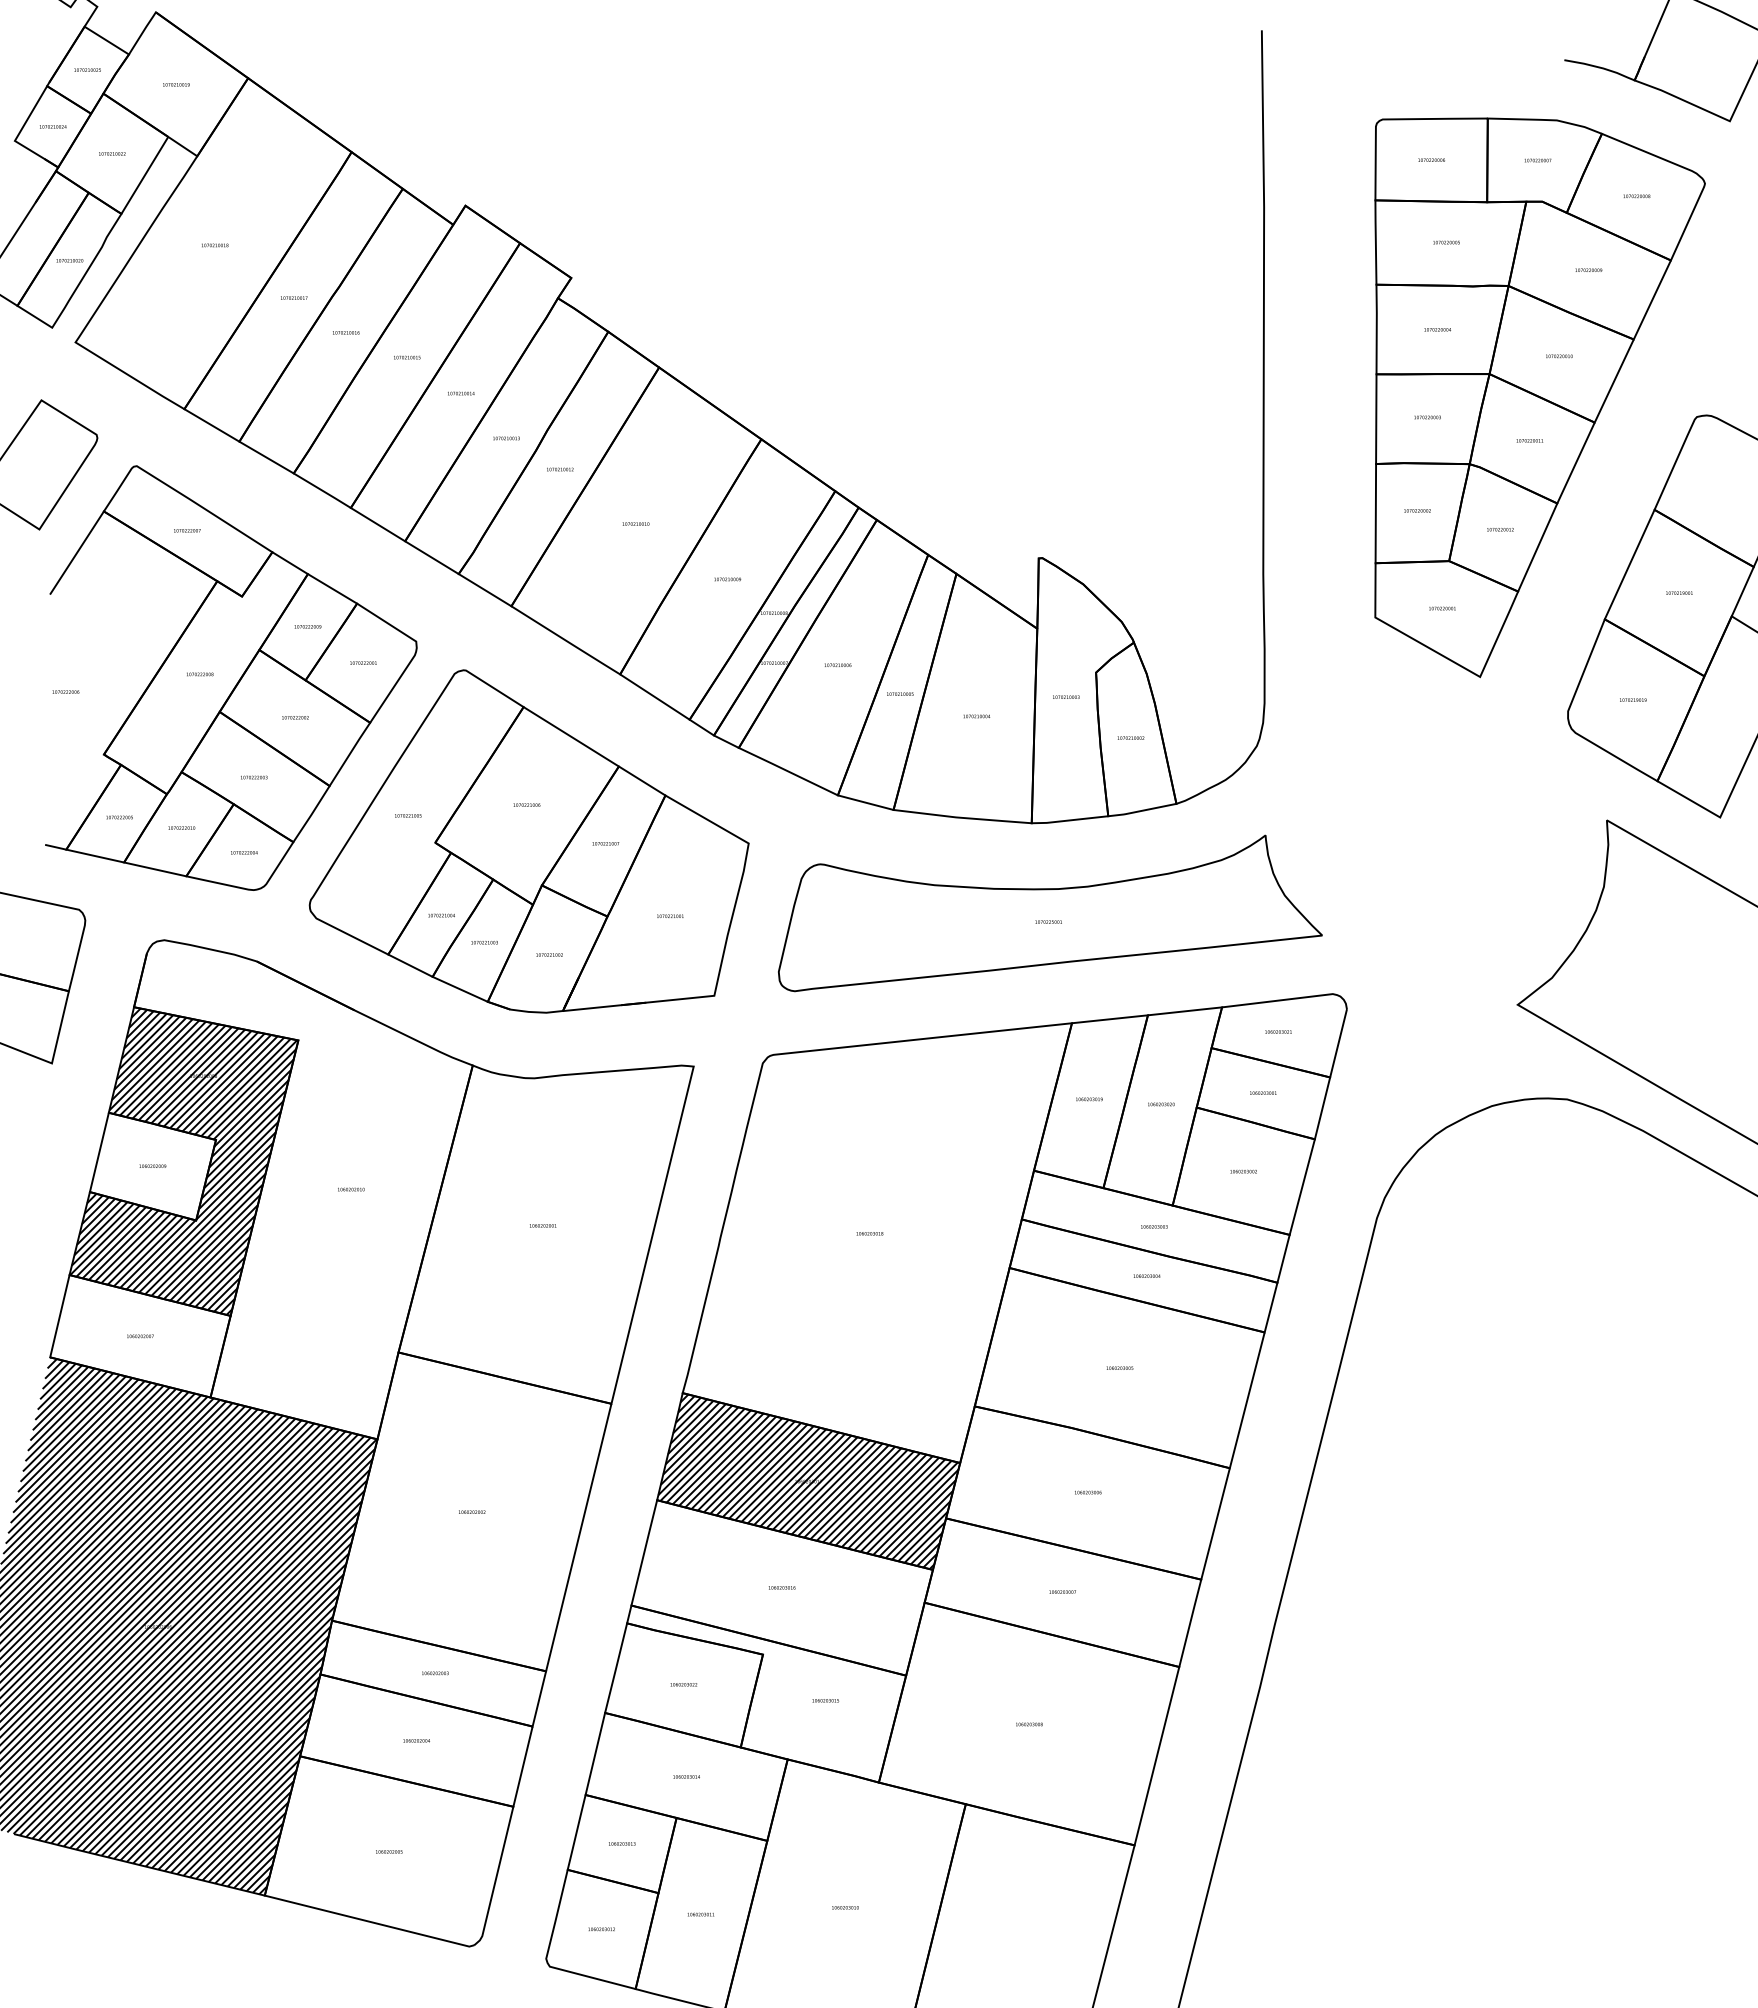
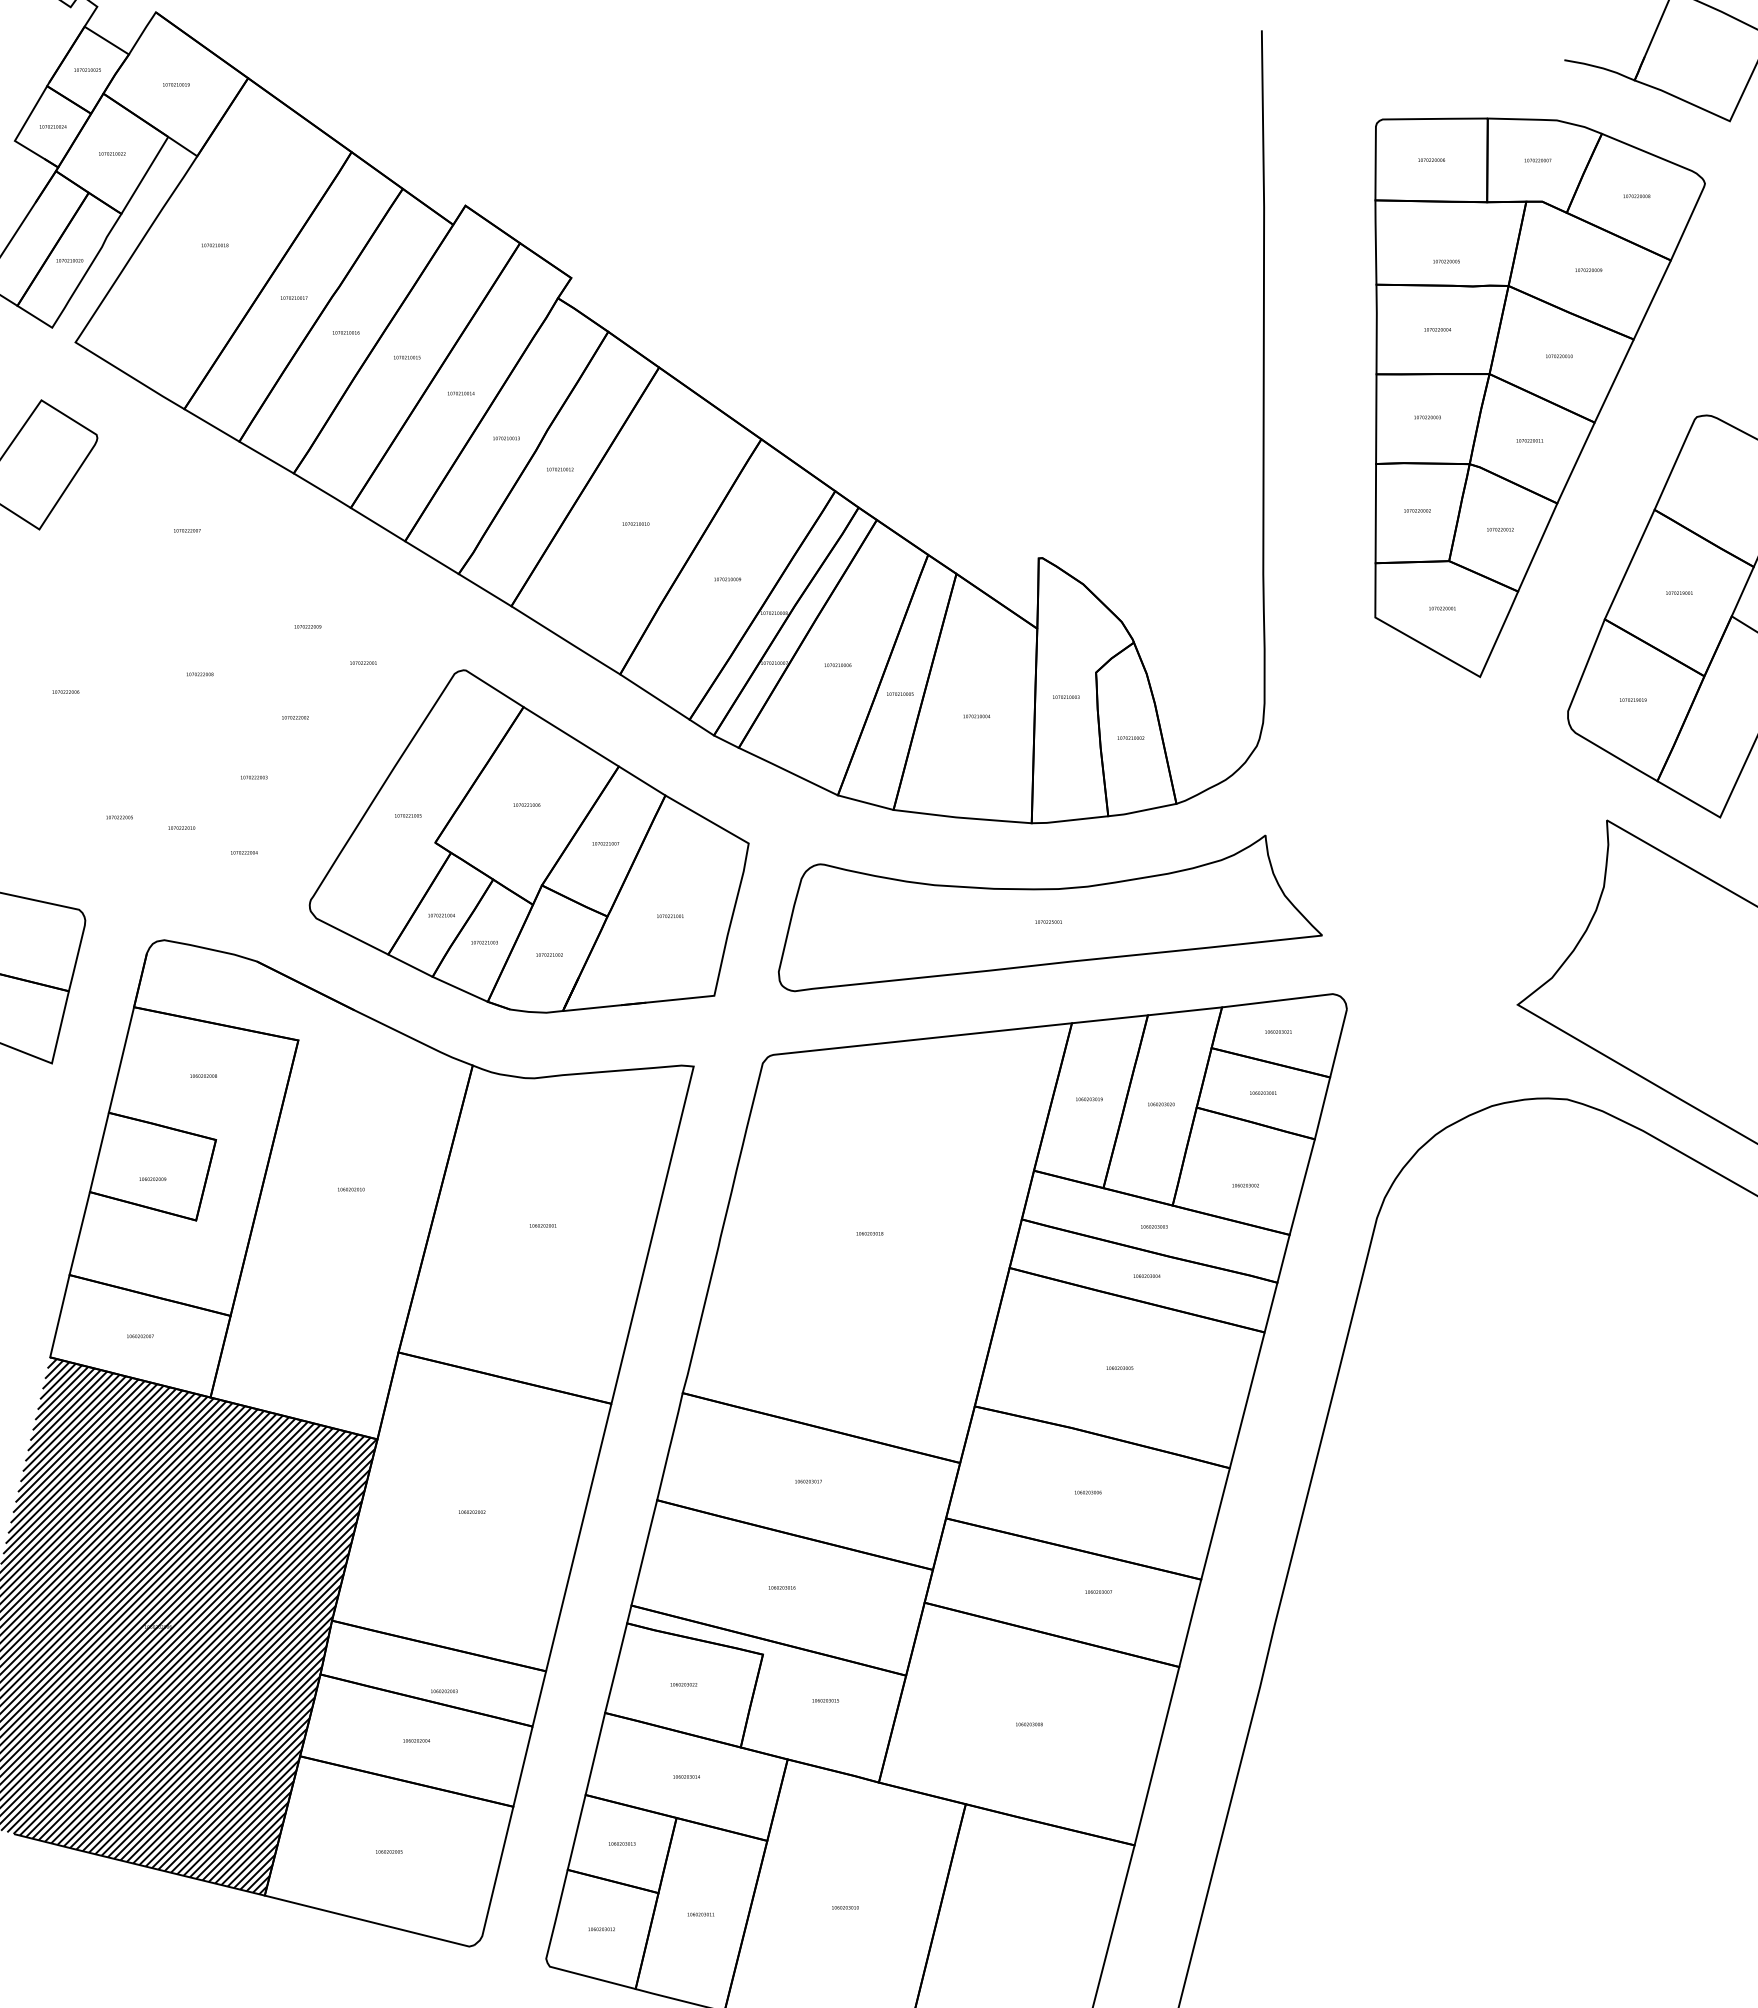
text at (1446, 242) position: (1446, 242) -> (1446, 261)
part at (231, 677): present -> none
hatch at (183, 1160): present -> none
text at (152, 1165) position: (152, 1165) -> (152, 1178)
text at (1243, 1171) position: (1243, 1171) -> (1245, 1185)
hatch at (808, 1481): present -> none
text at (1062, 1591) position: (1062, 1591) -> (1098, 1591)
text at (435, 1673) position: (435, 1673) -> (444, 1691)
